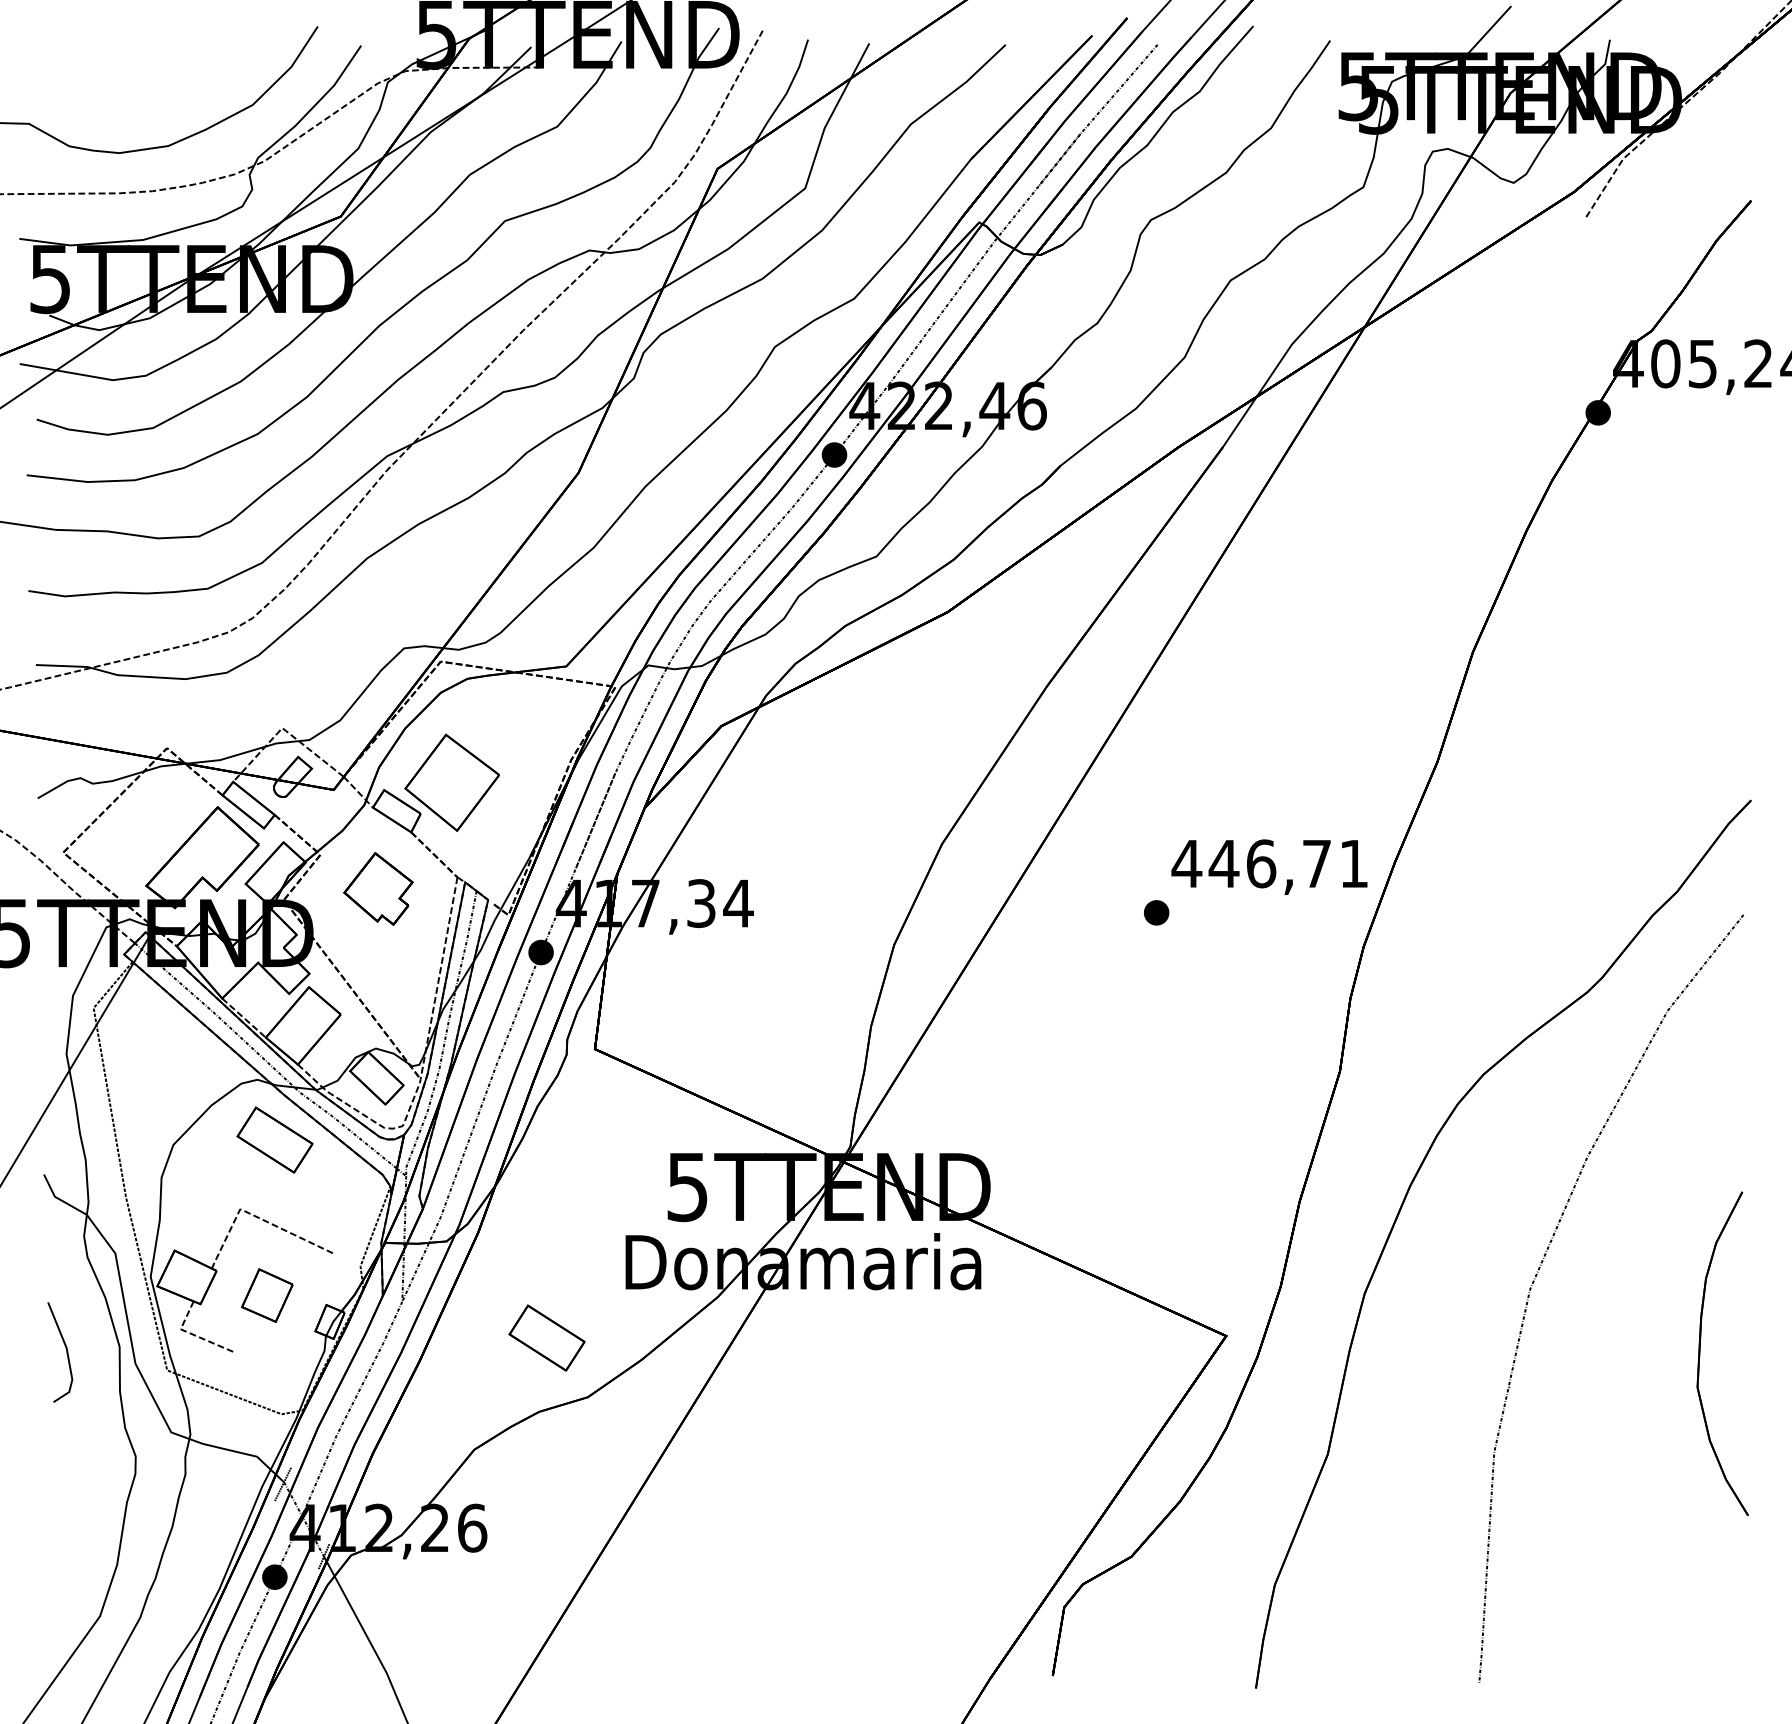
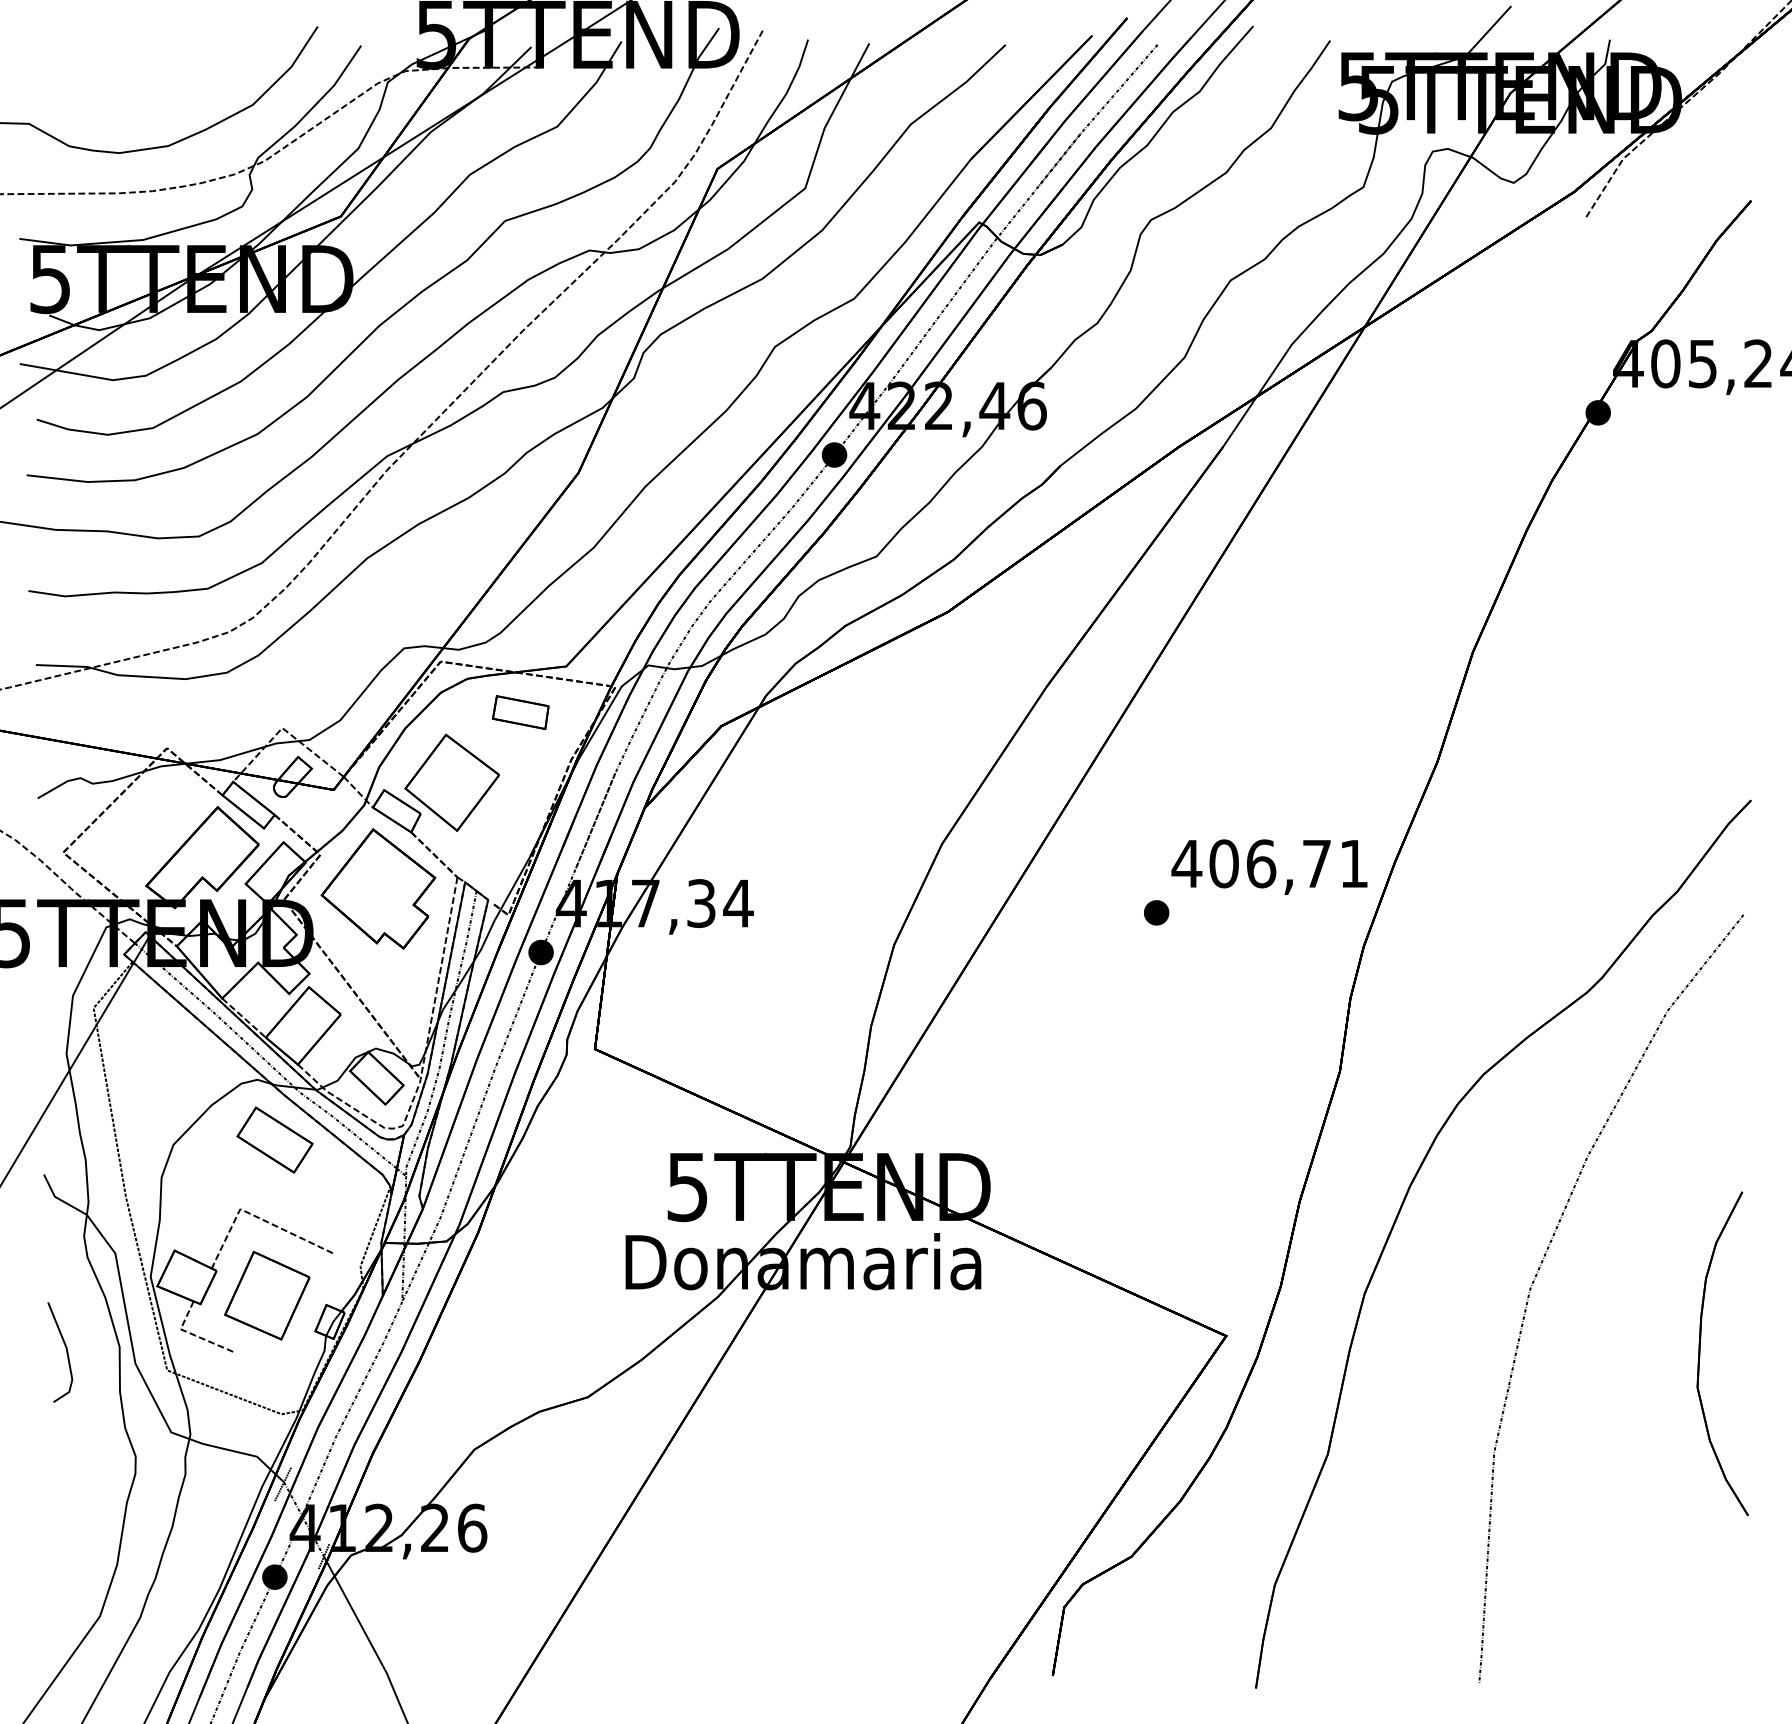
part at (520, 712): none -> present
text at (1223, 863): 446,71 -> 406,71
part at (378, 888) size: 71x74 px -> 117x122 px
part at (267, 1295) size: 53x55 px -> 87x91 px
part at (546, 1337): present -> none
